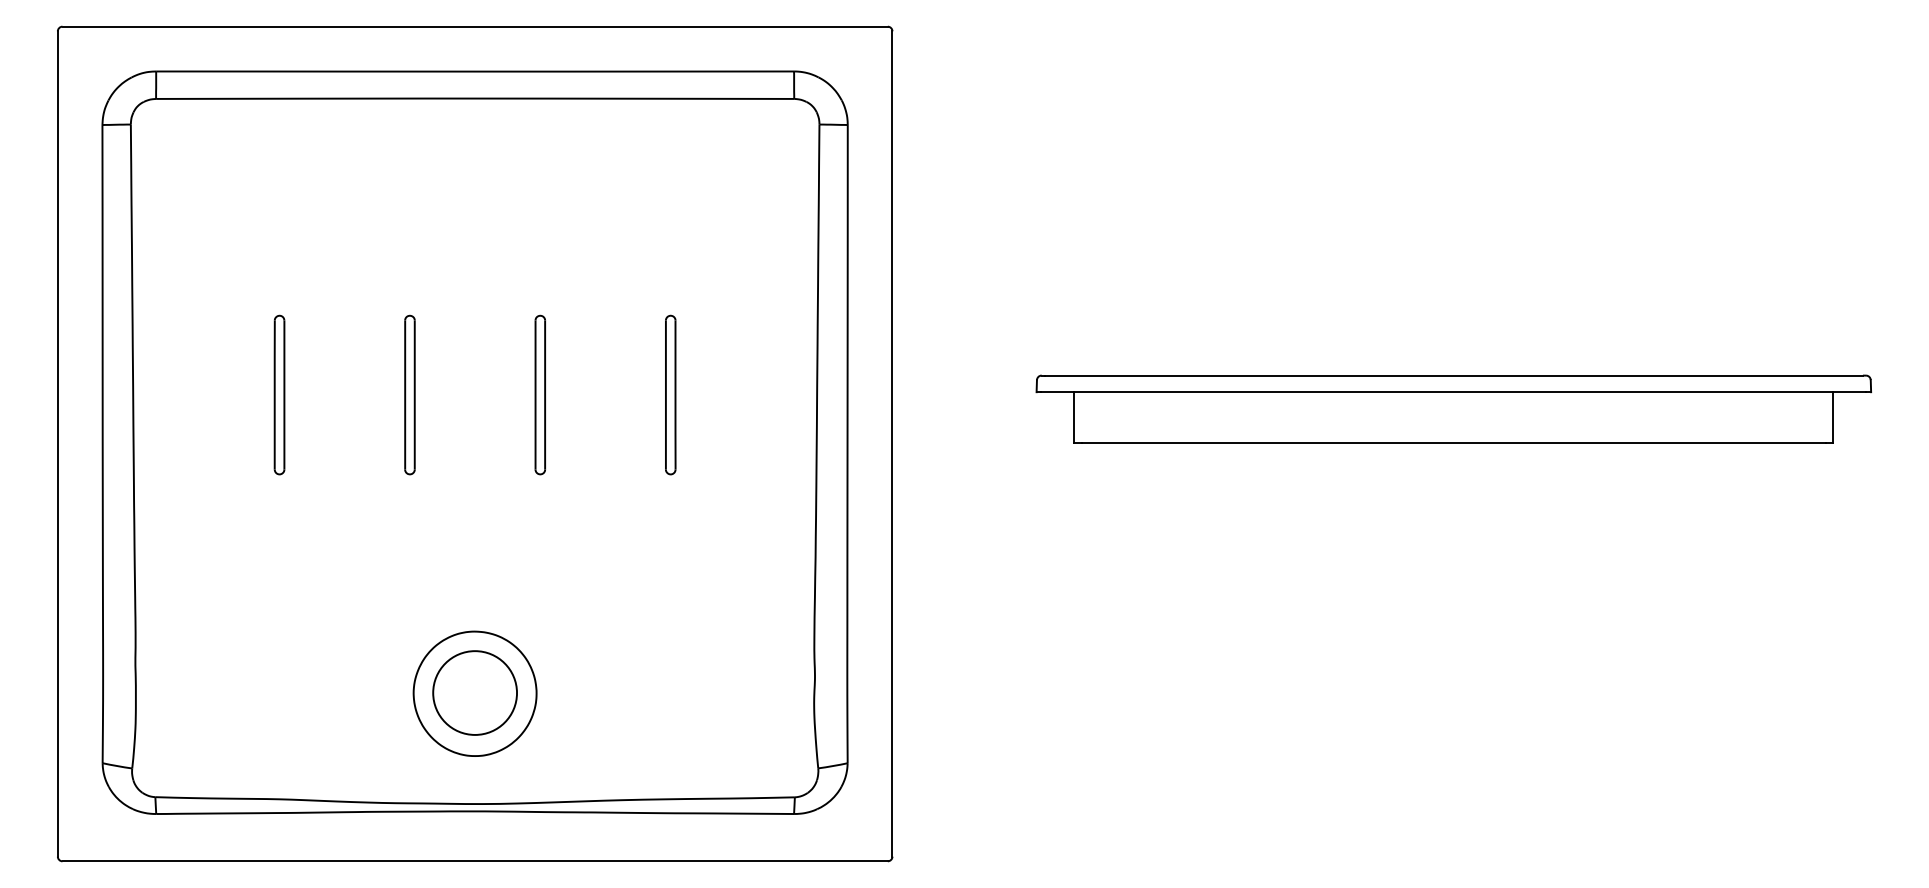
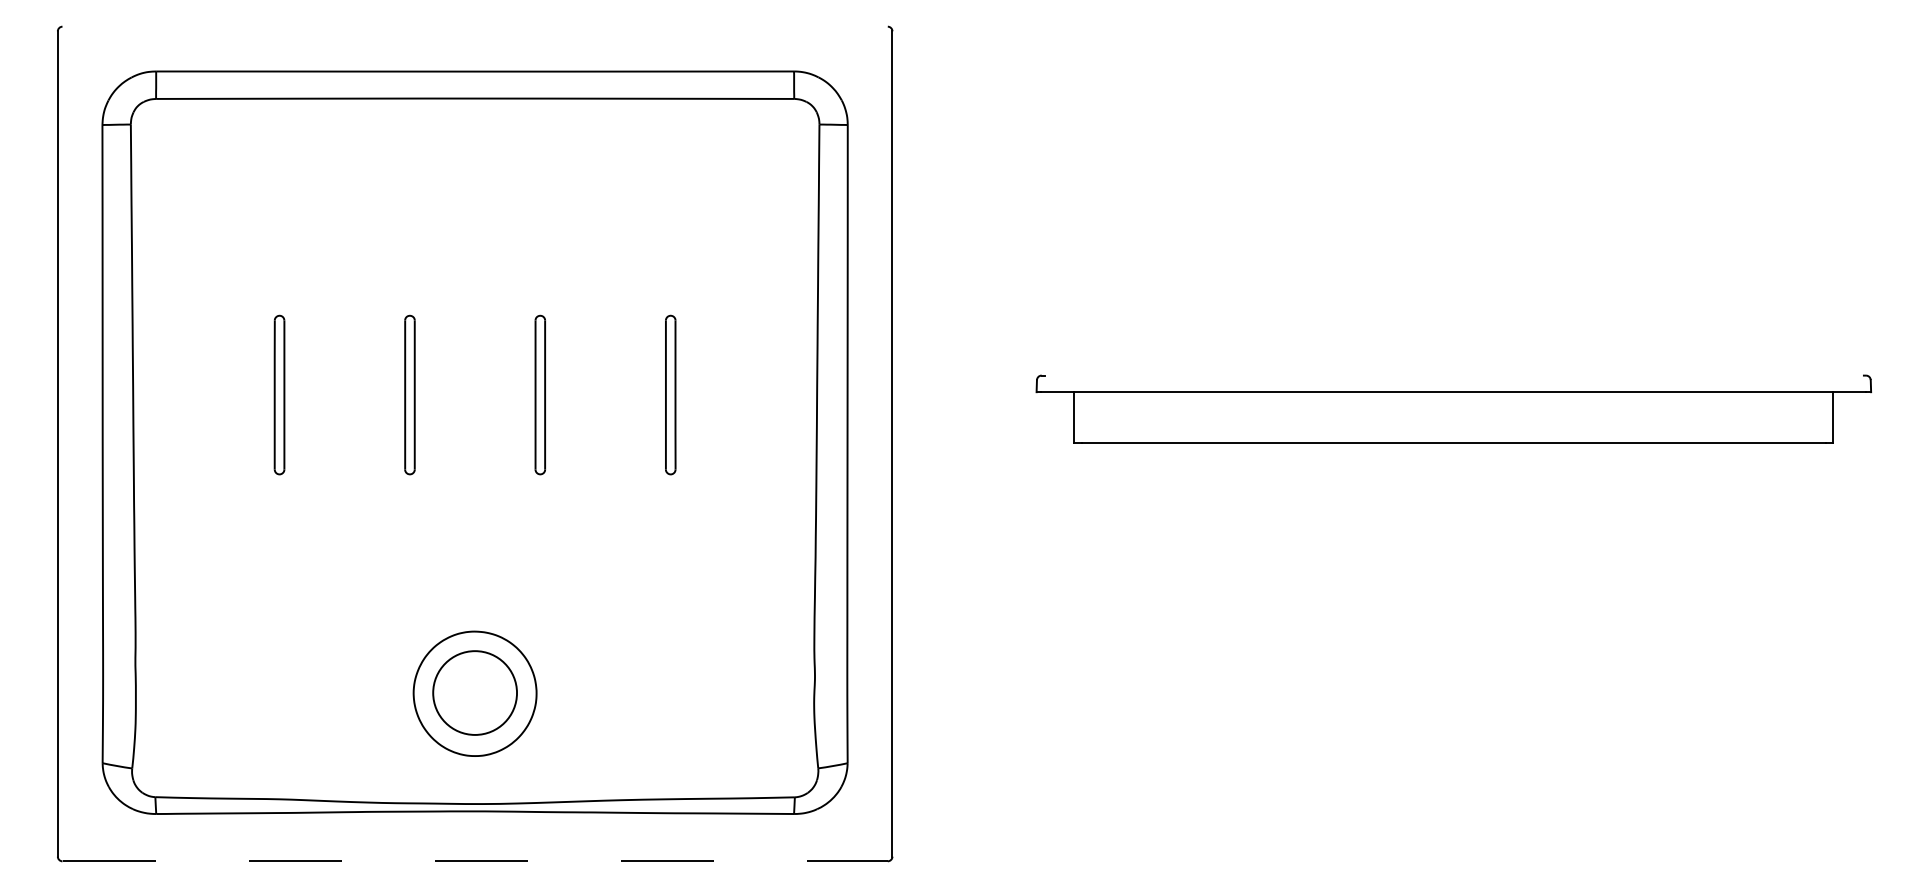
line at (474, 26): present -> none
line at (1453, 375): present -> none
line at (475, 861): solid -> dashed
